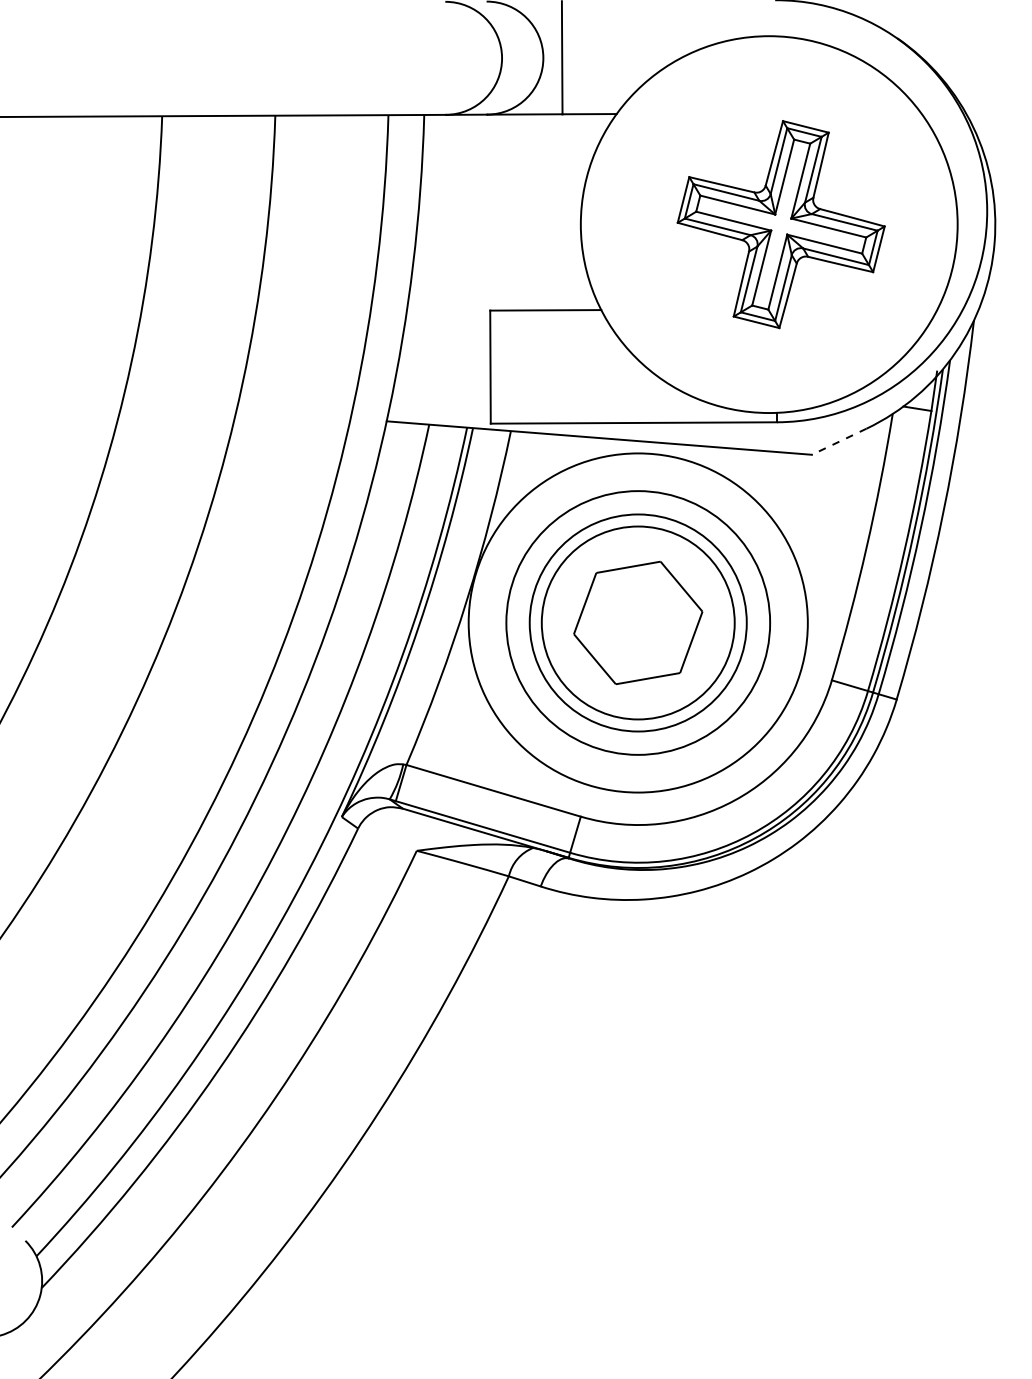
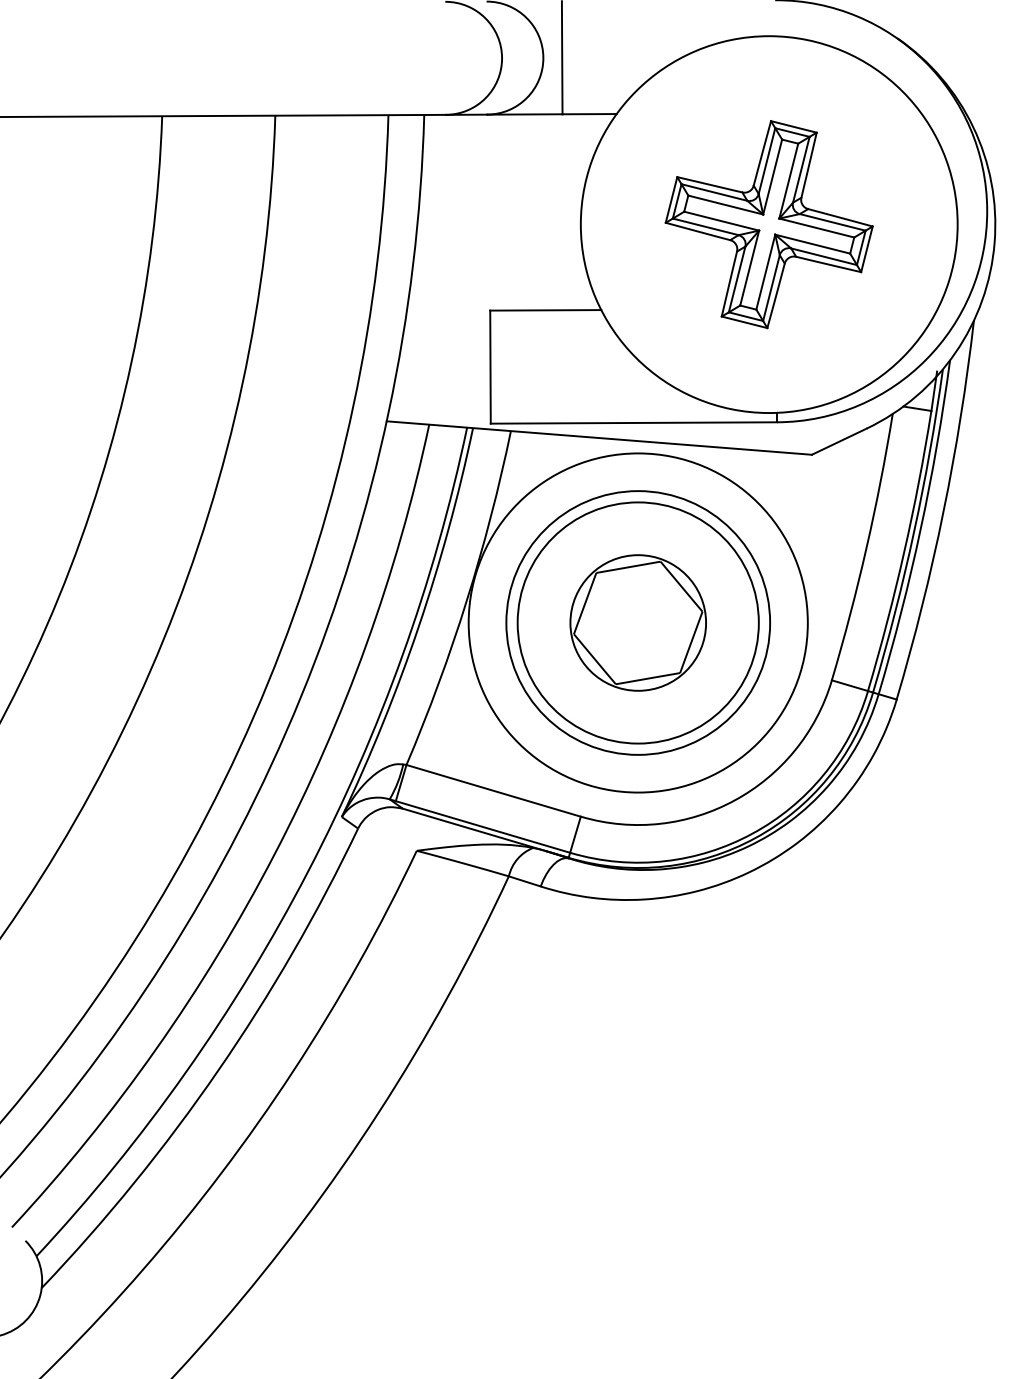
part at (780, 224) position: (780, 224) -> (768, 224)
line at (838, 441): dashed -> solid
circle at (637, 622) diameter: 193 px -> 241 px
circle at (637, 622) diameter: 217 px -> 136 px
